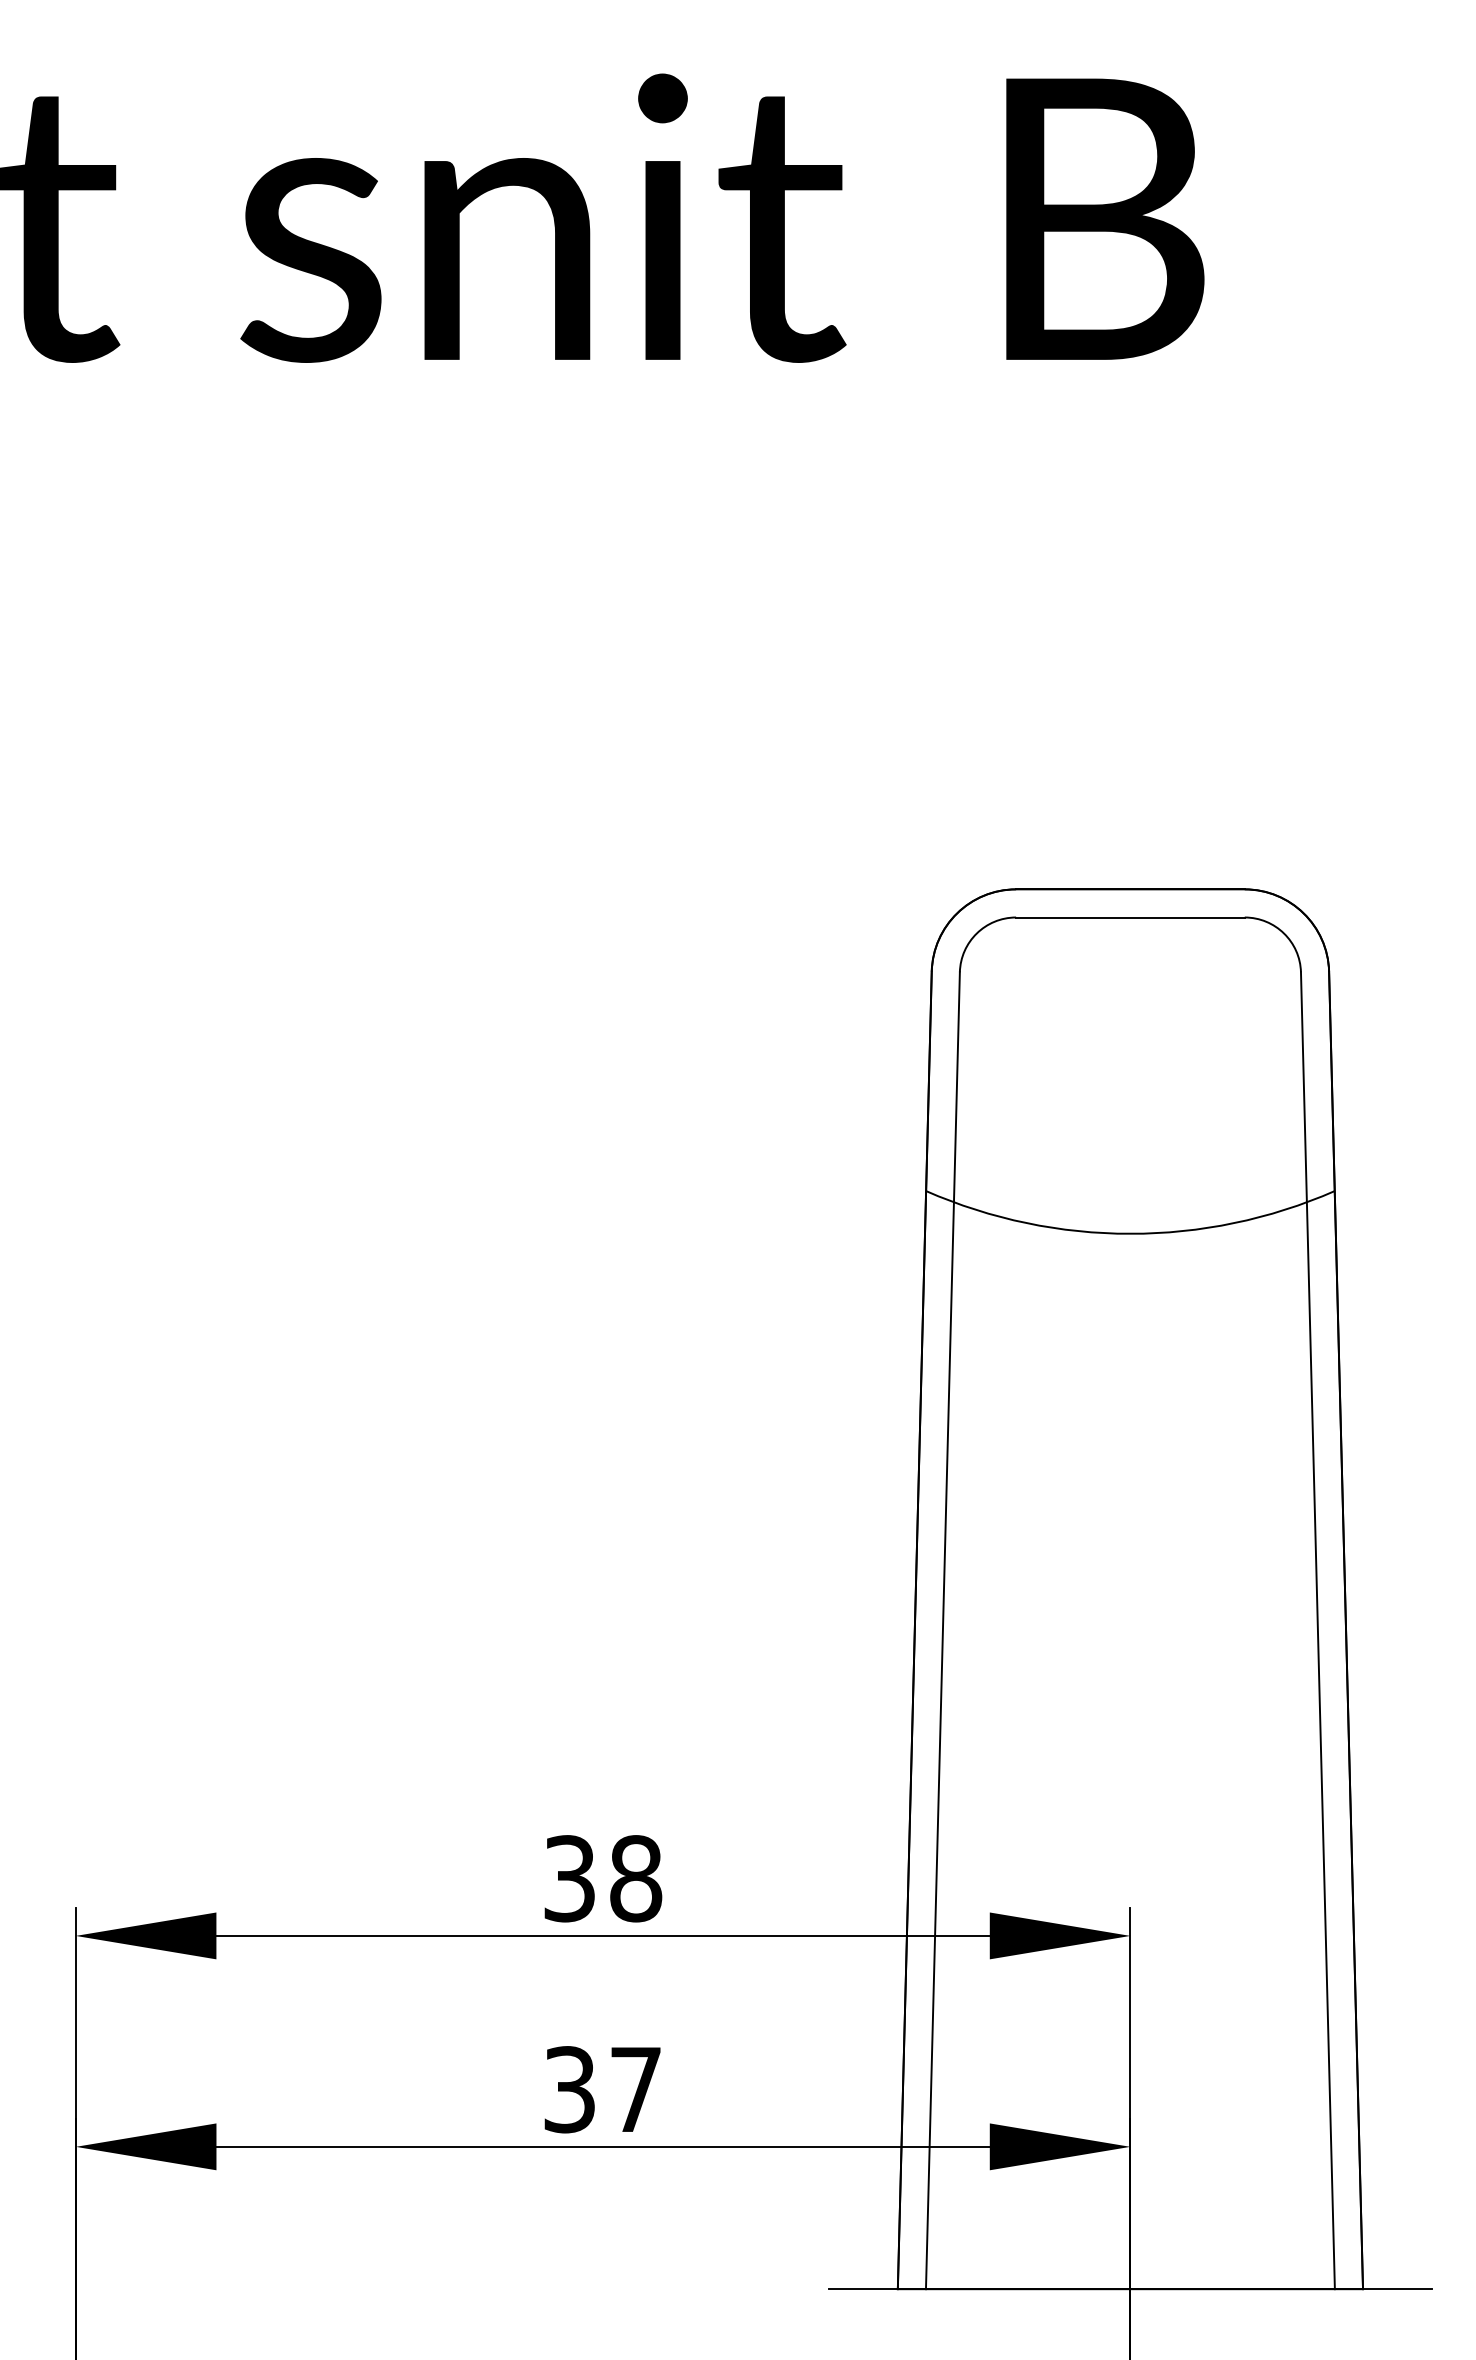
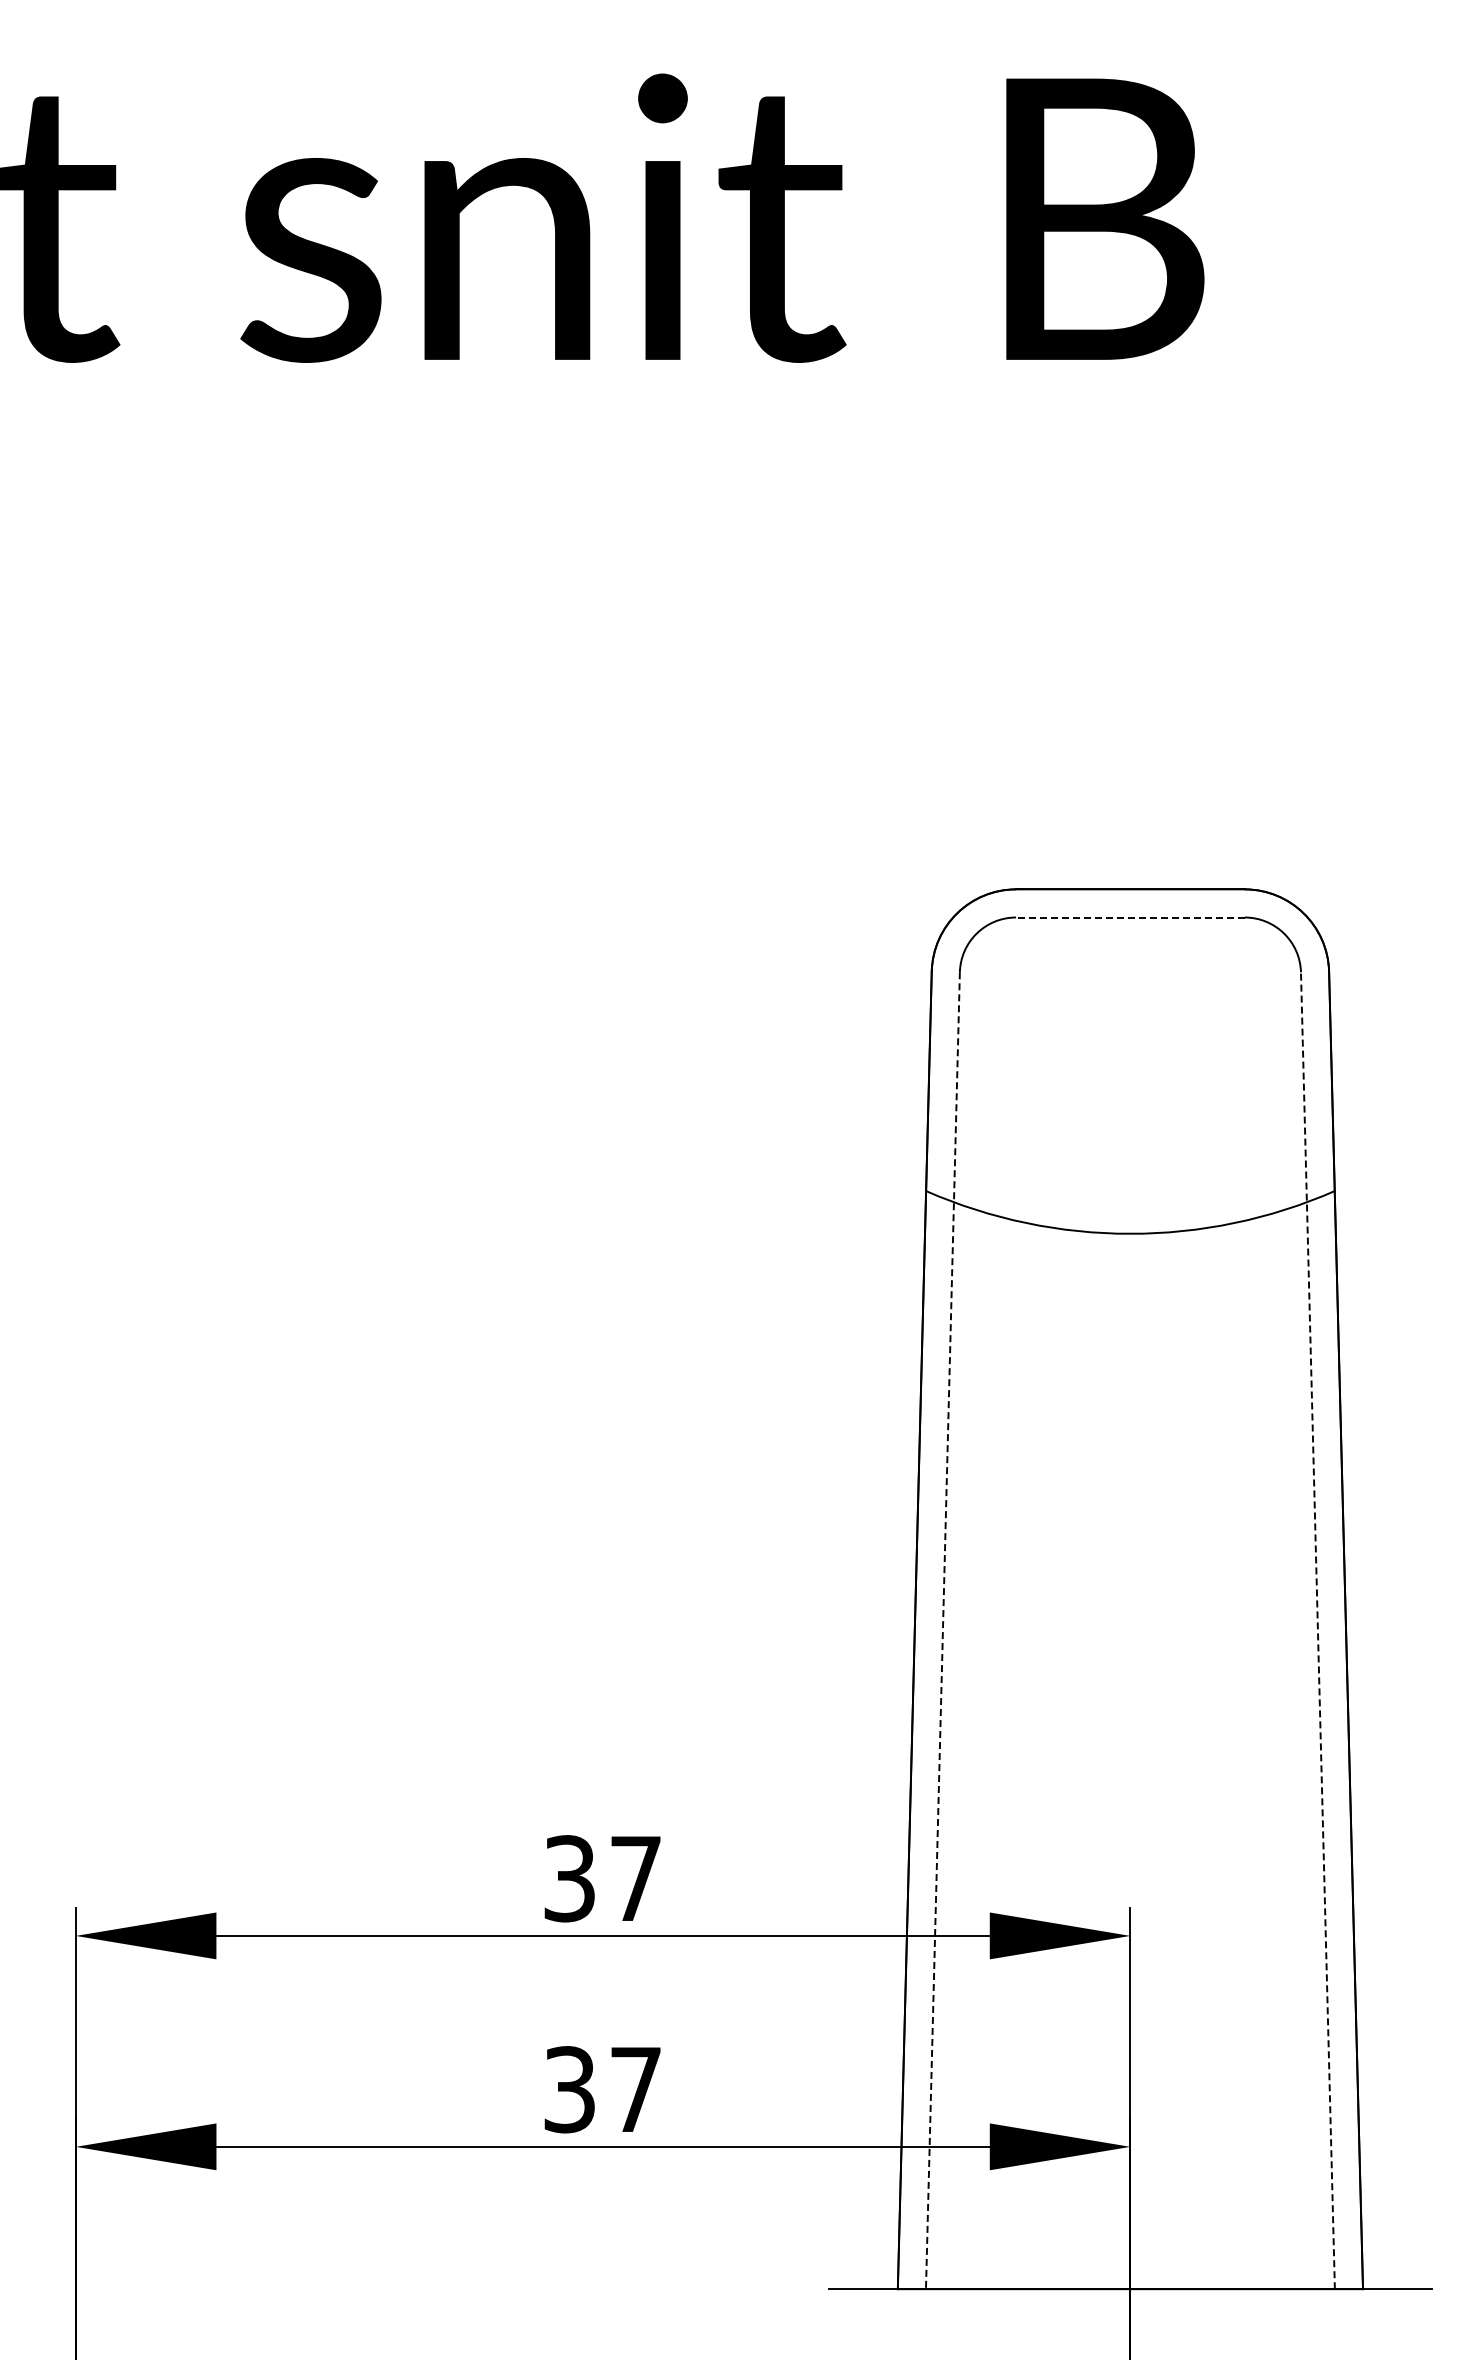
line at (1129, 917): solid -> dashed
line at (942, 1630): solid -> dashed
line at (1317, 1630): solid -> dashed
text at (636, 1878): 38 -> 37
